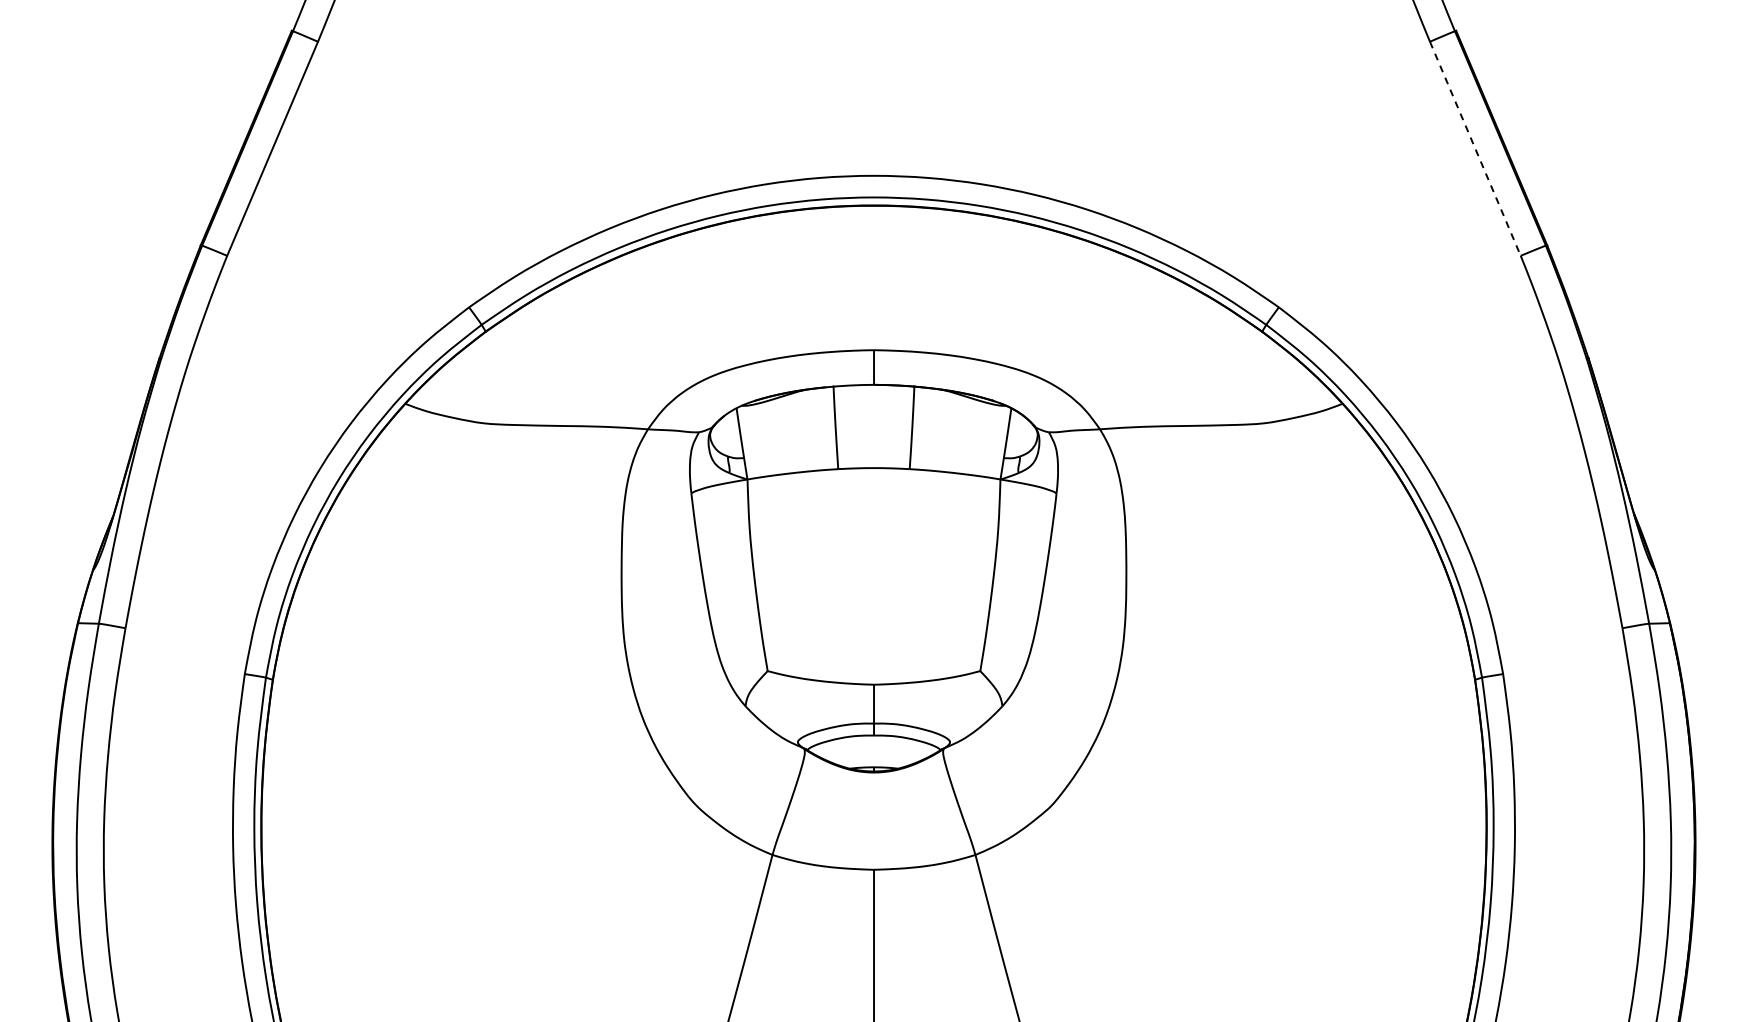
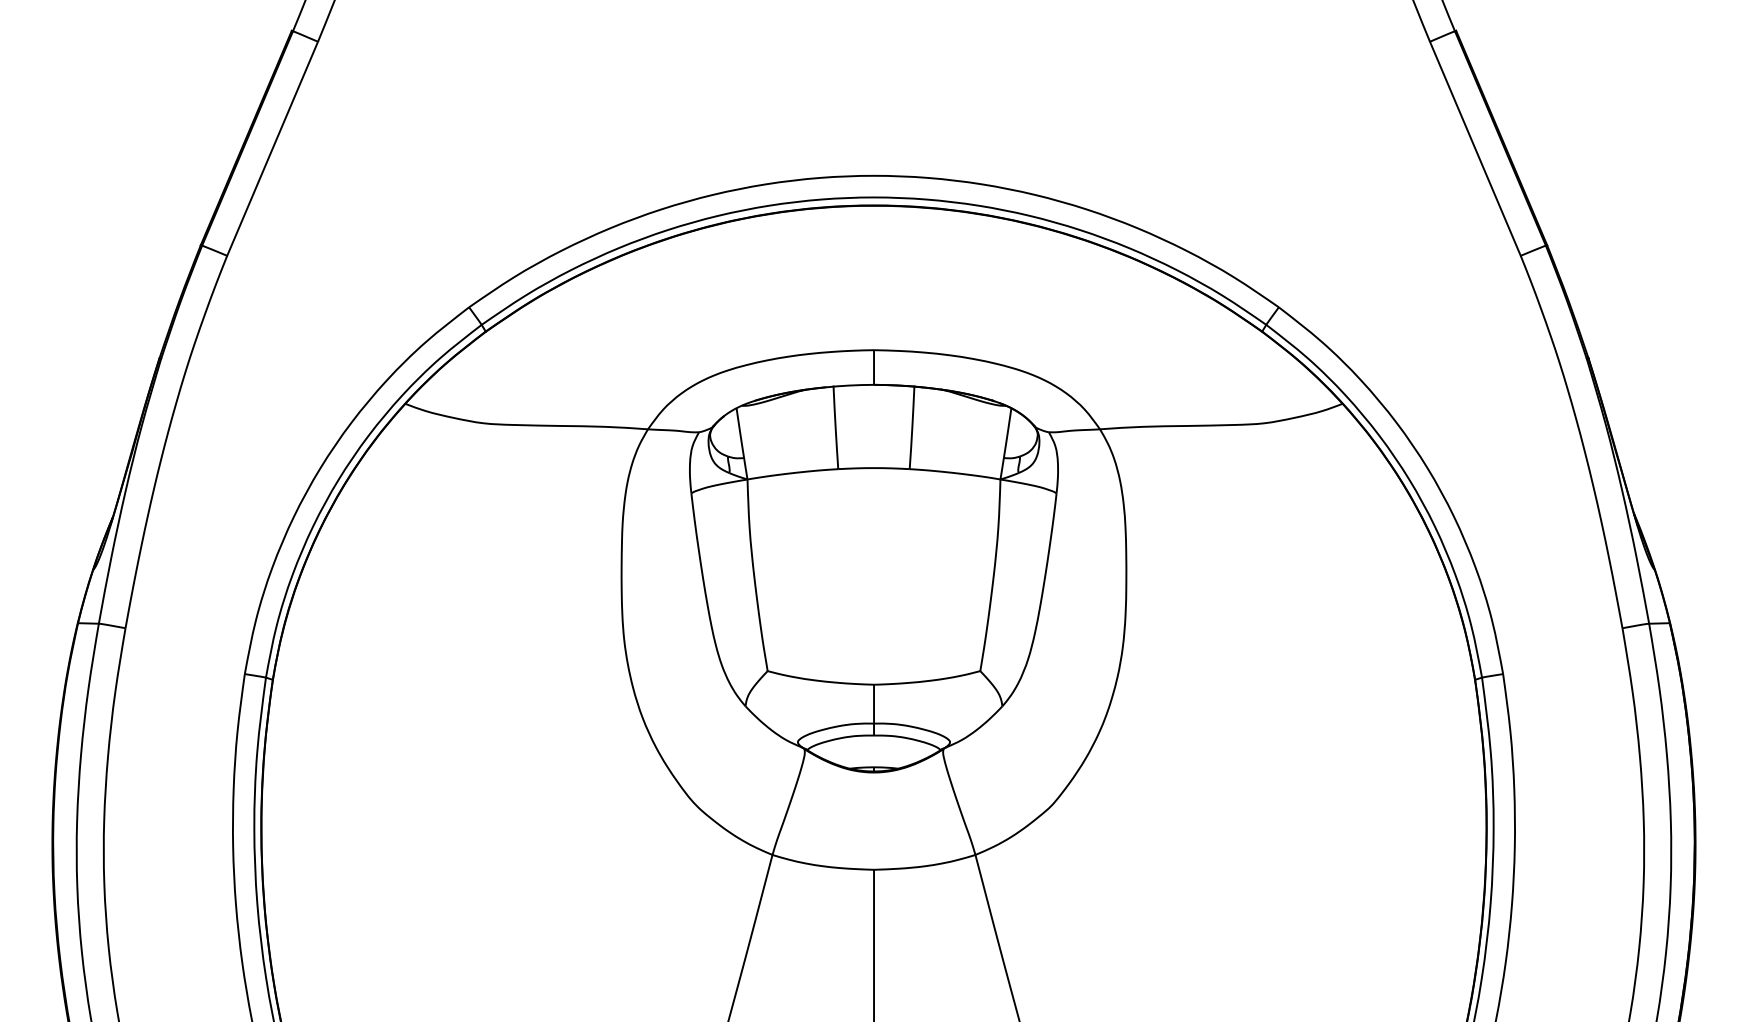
line at (1475, 149): dashed -> solid
